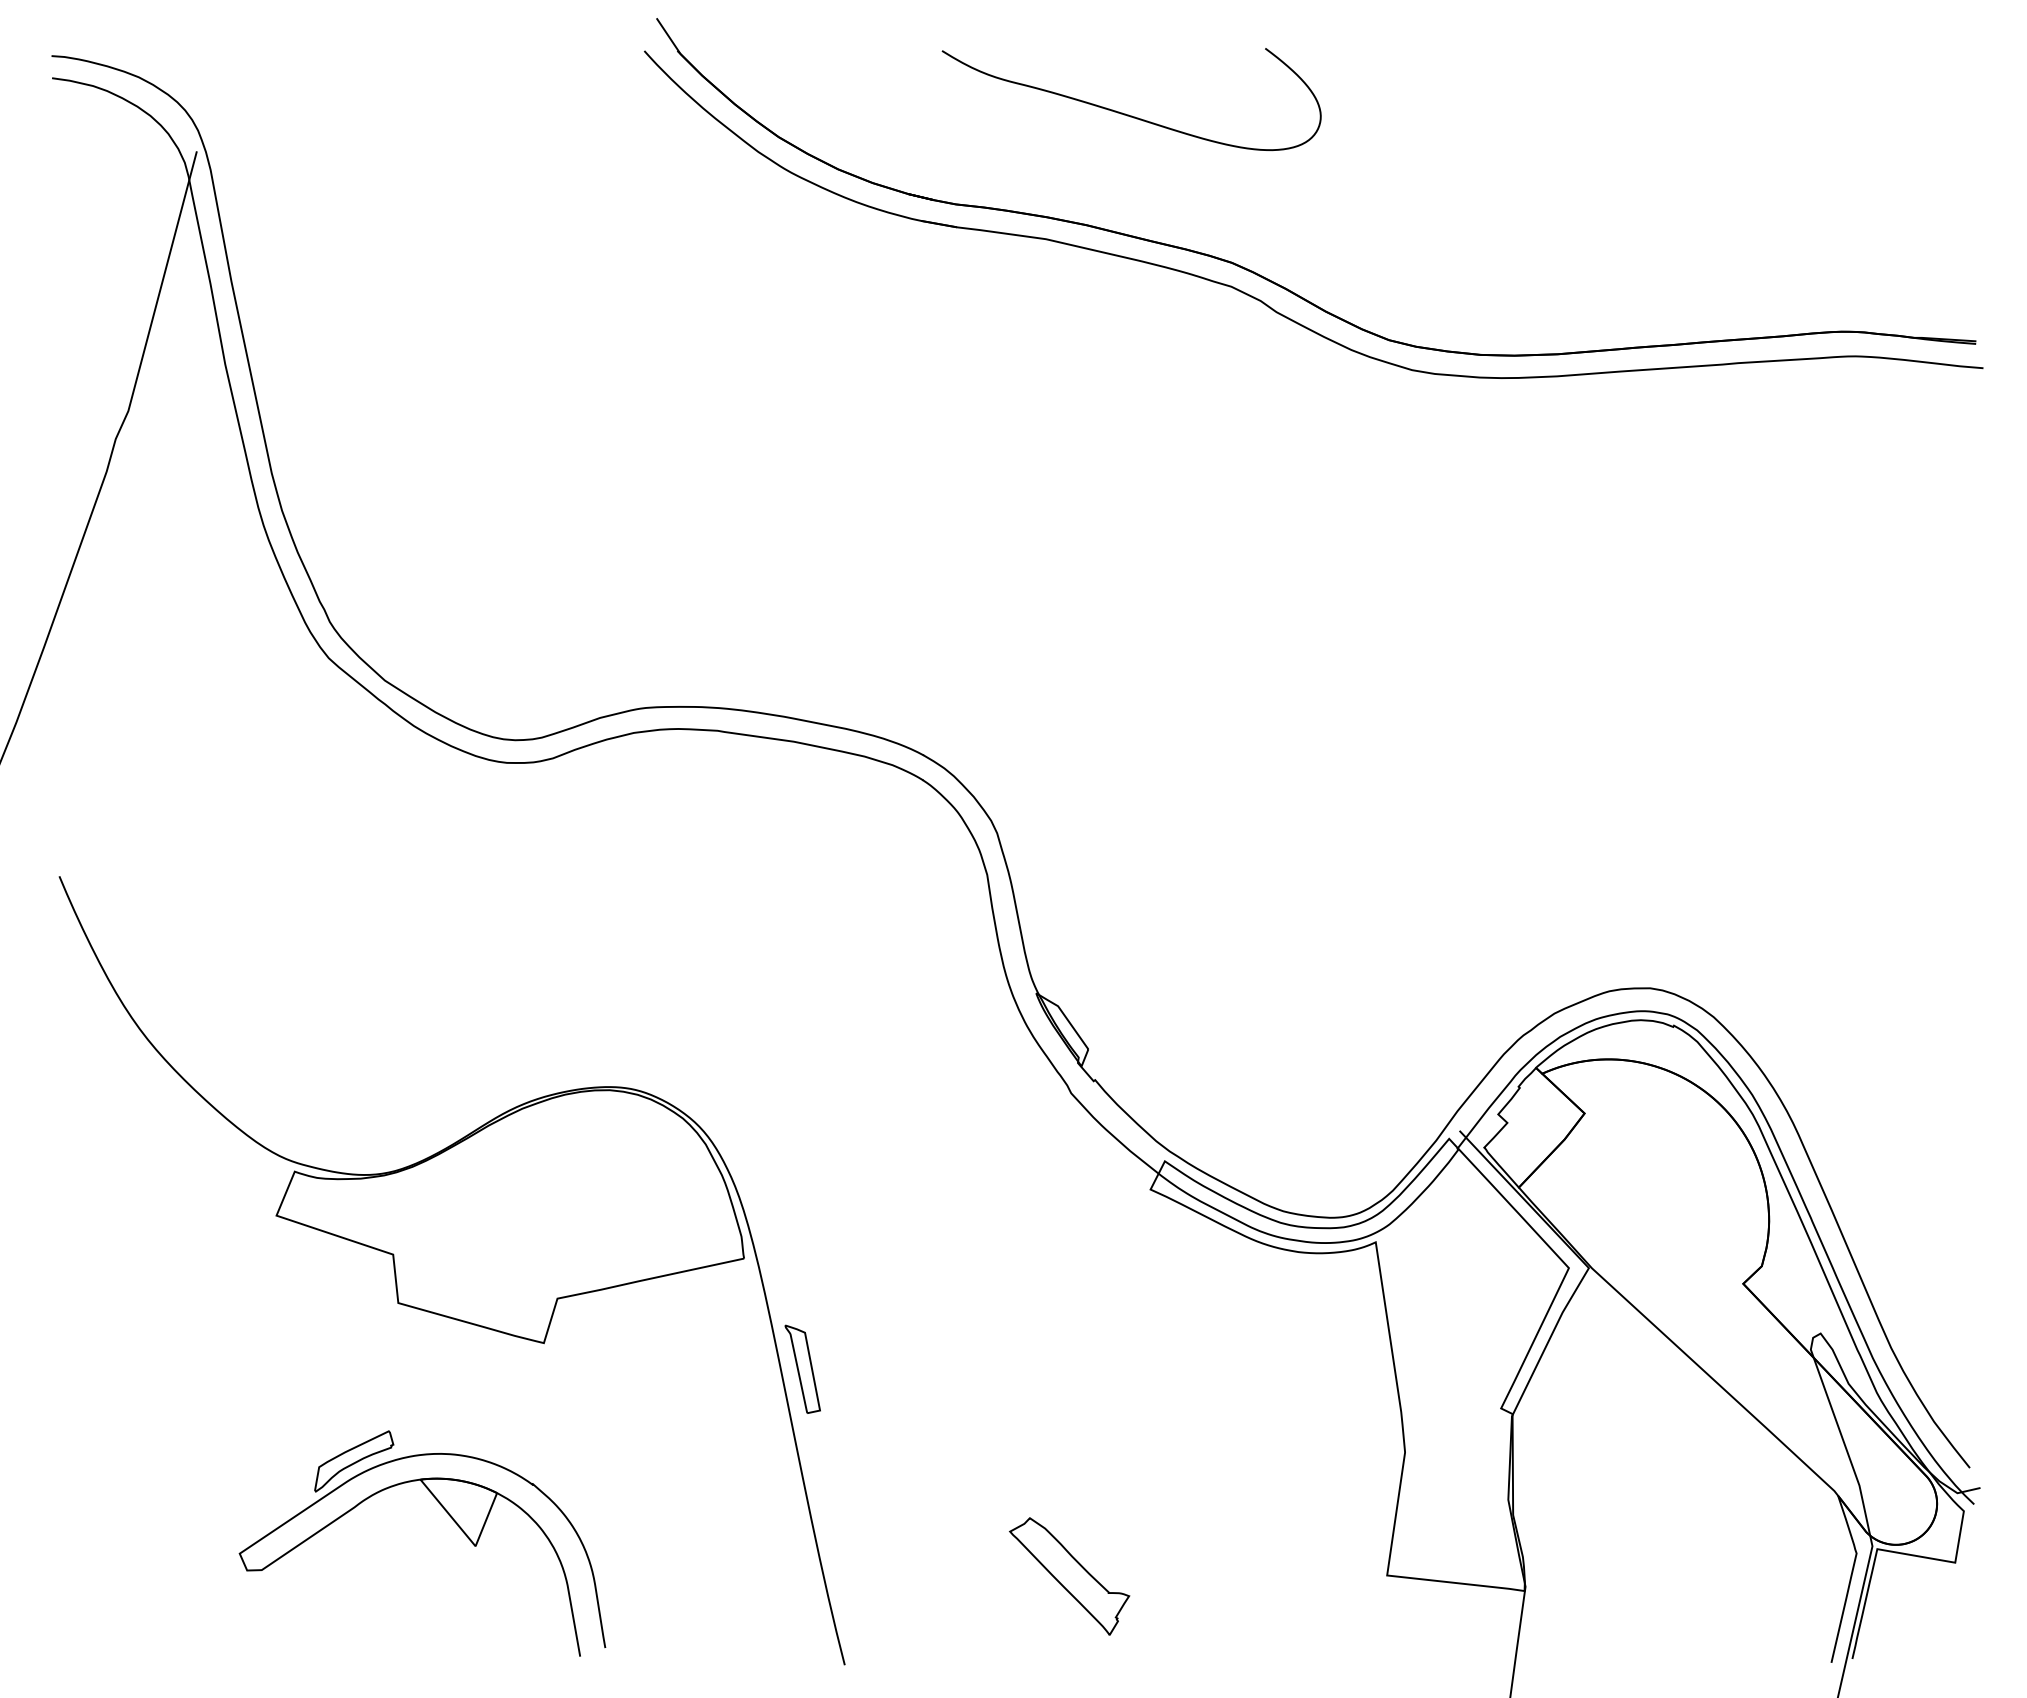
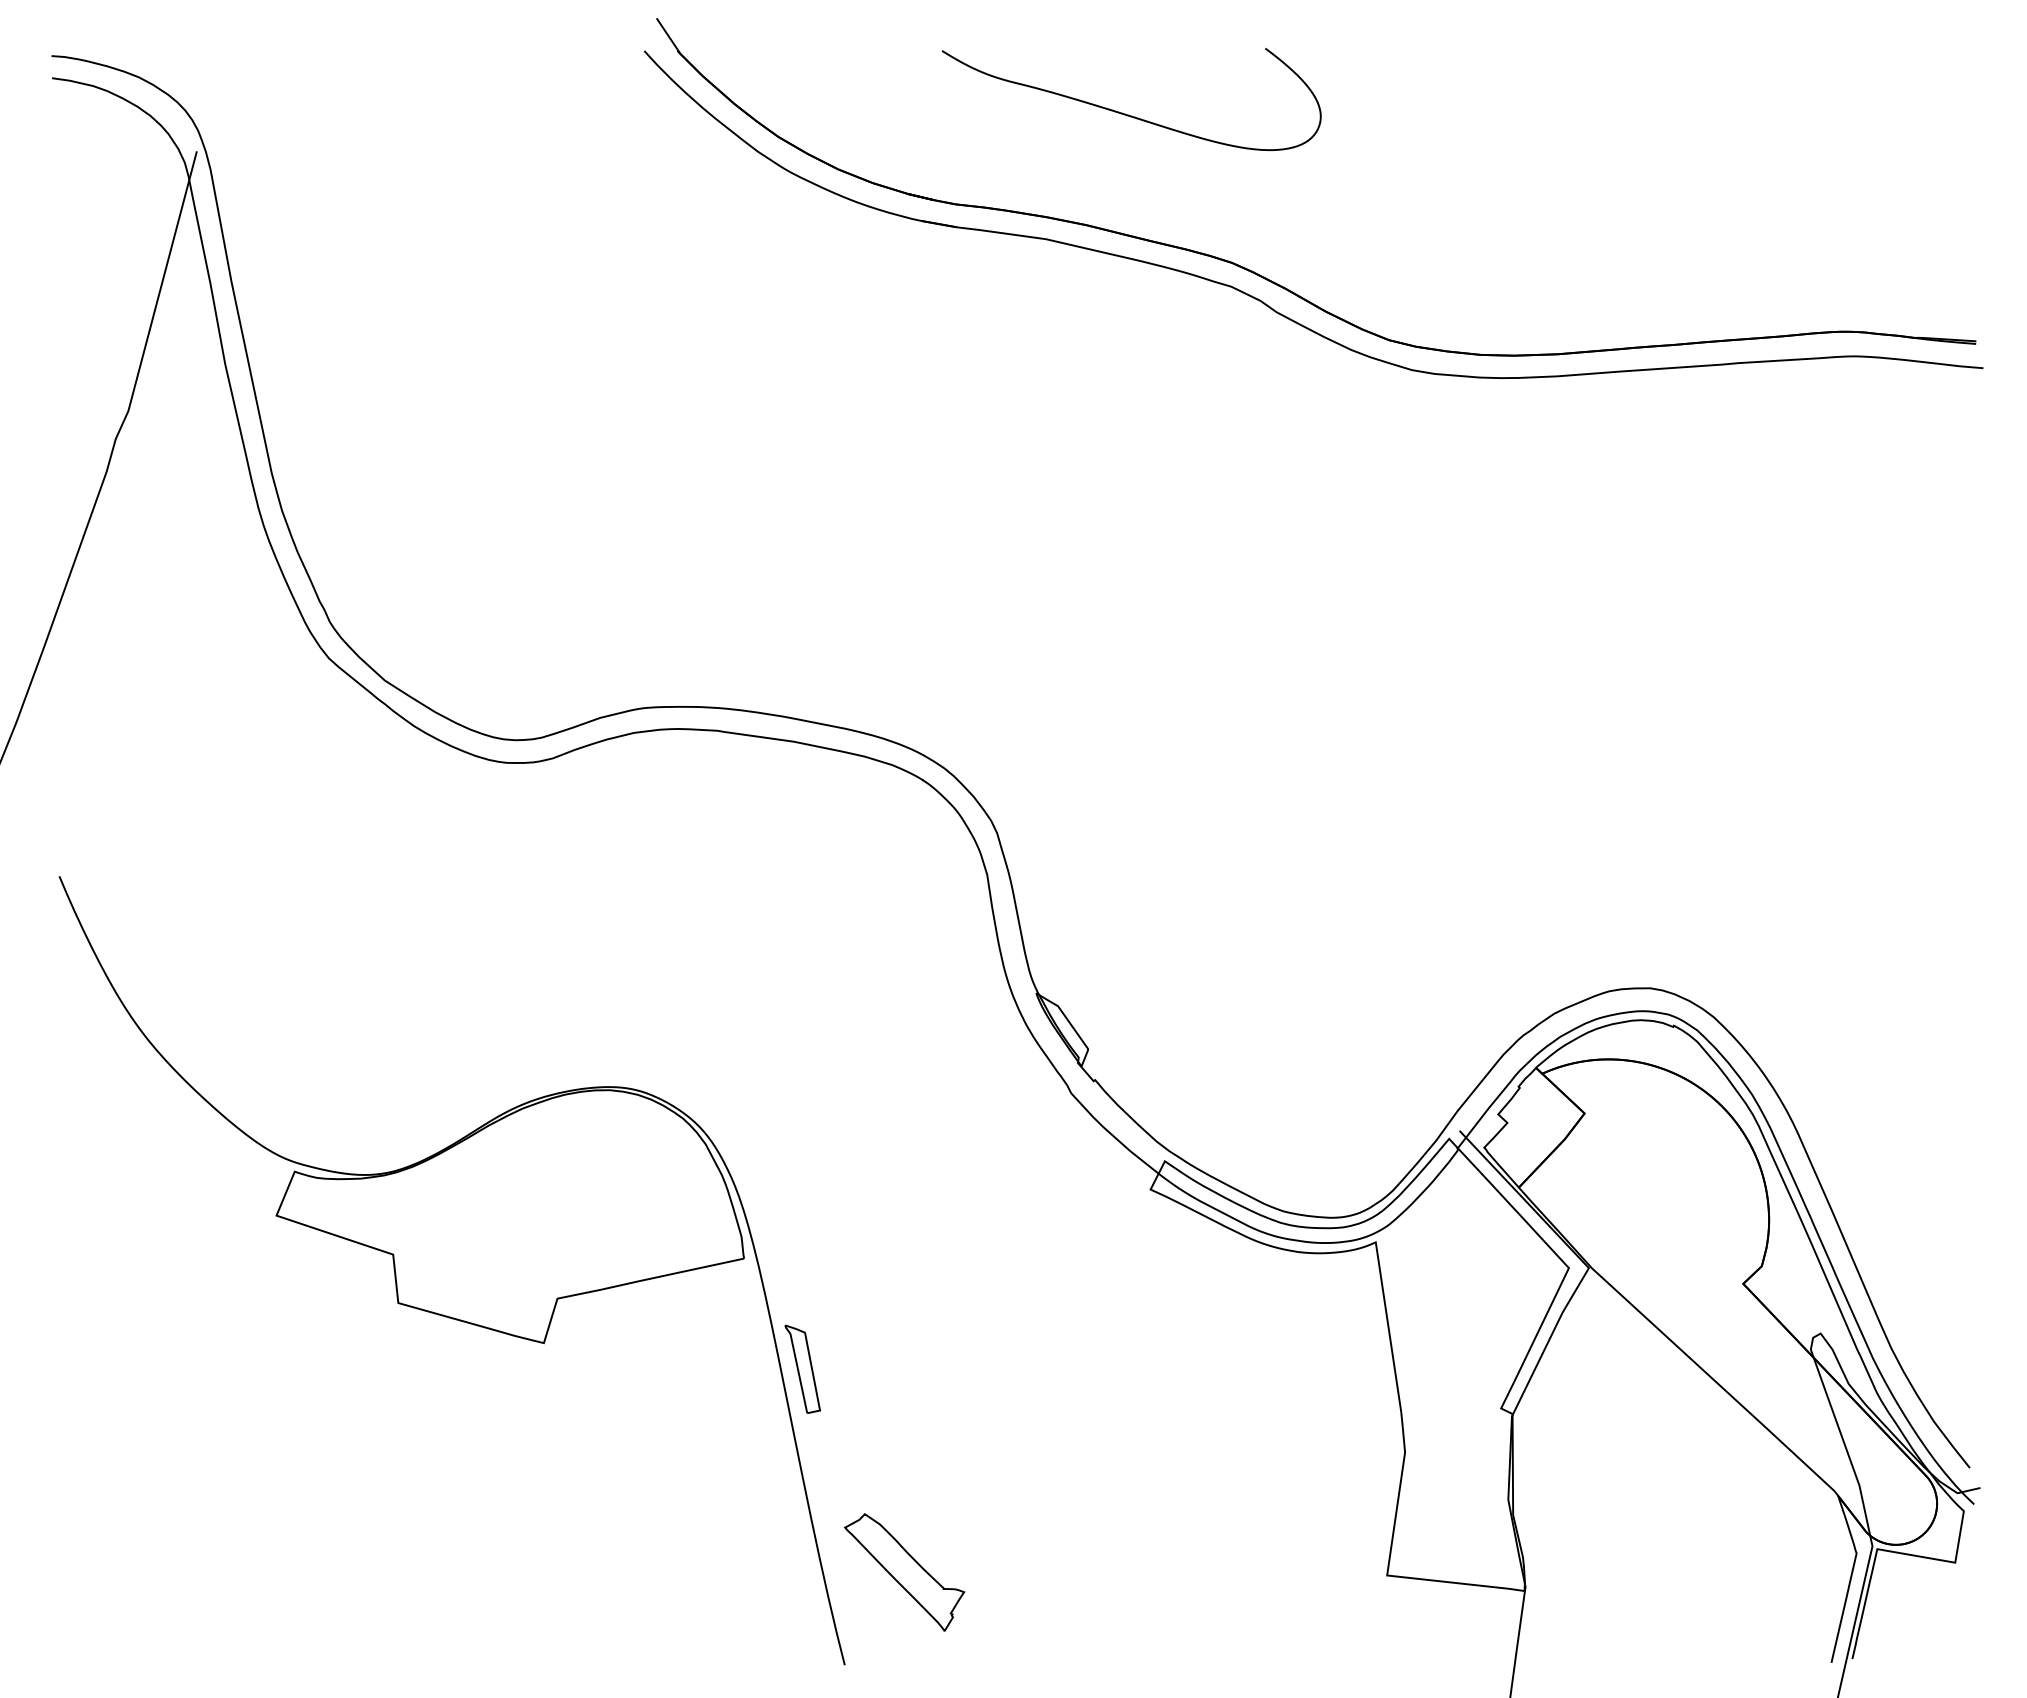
part at (453, 1521): present -> none
part at (1069, 1576) position: (1069, 1576) -> (904, 1572)
